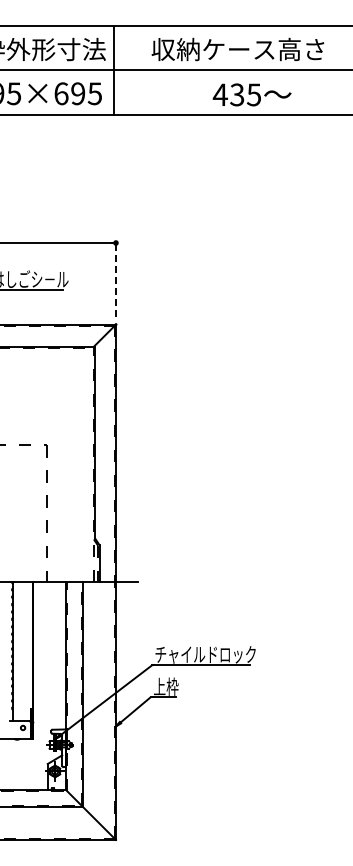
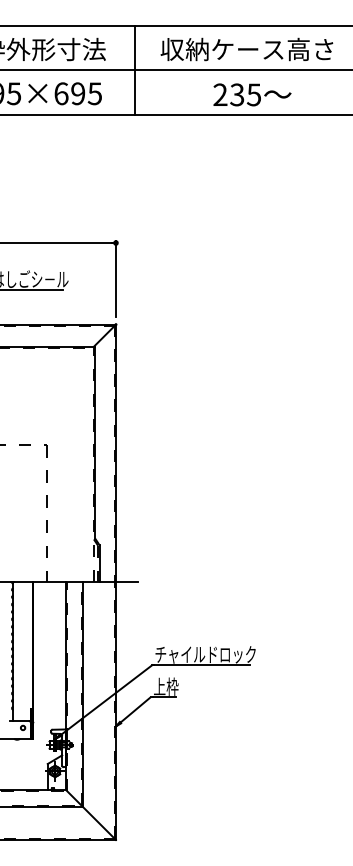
text at (237, 49) position: (237, 49) -> (246, 49)
line at (114, 69) position: (114, 69) -> (135, 69)
text at (219, 94): 435 -> 235
line at (115, 278): dashed -> solid
